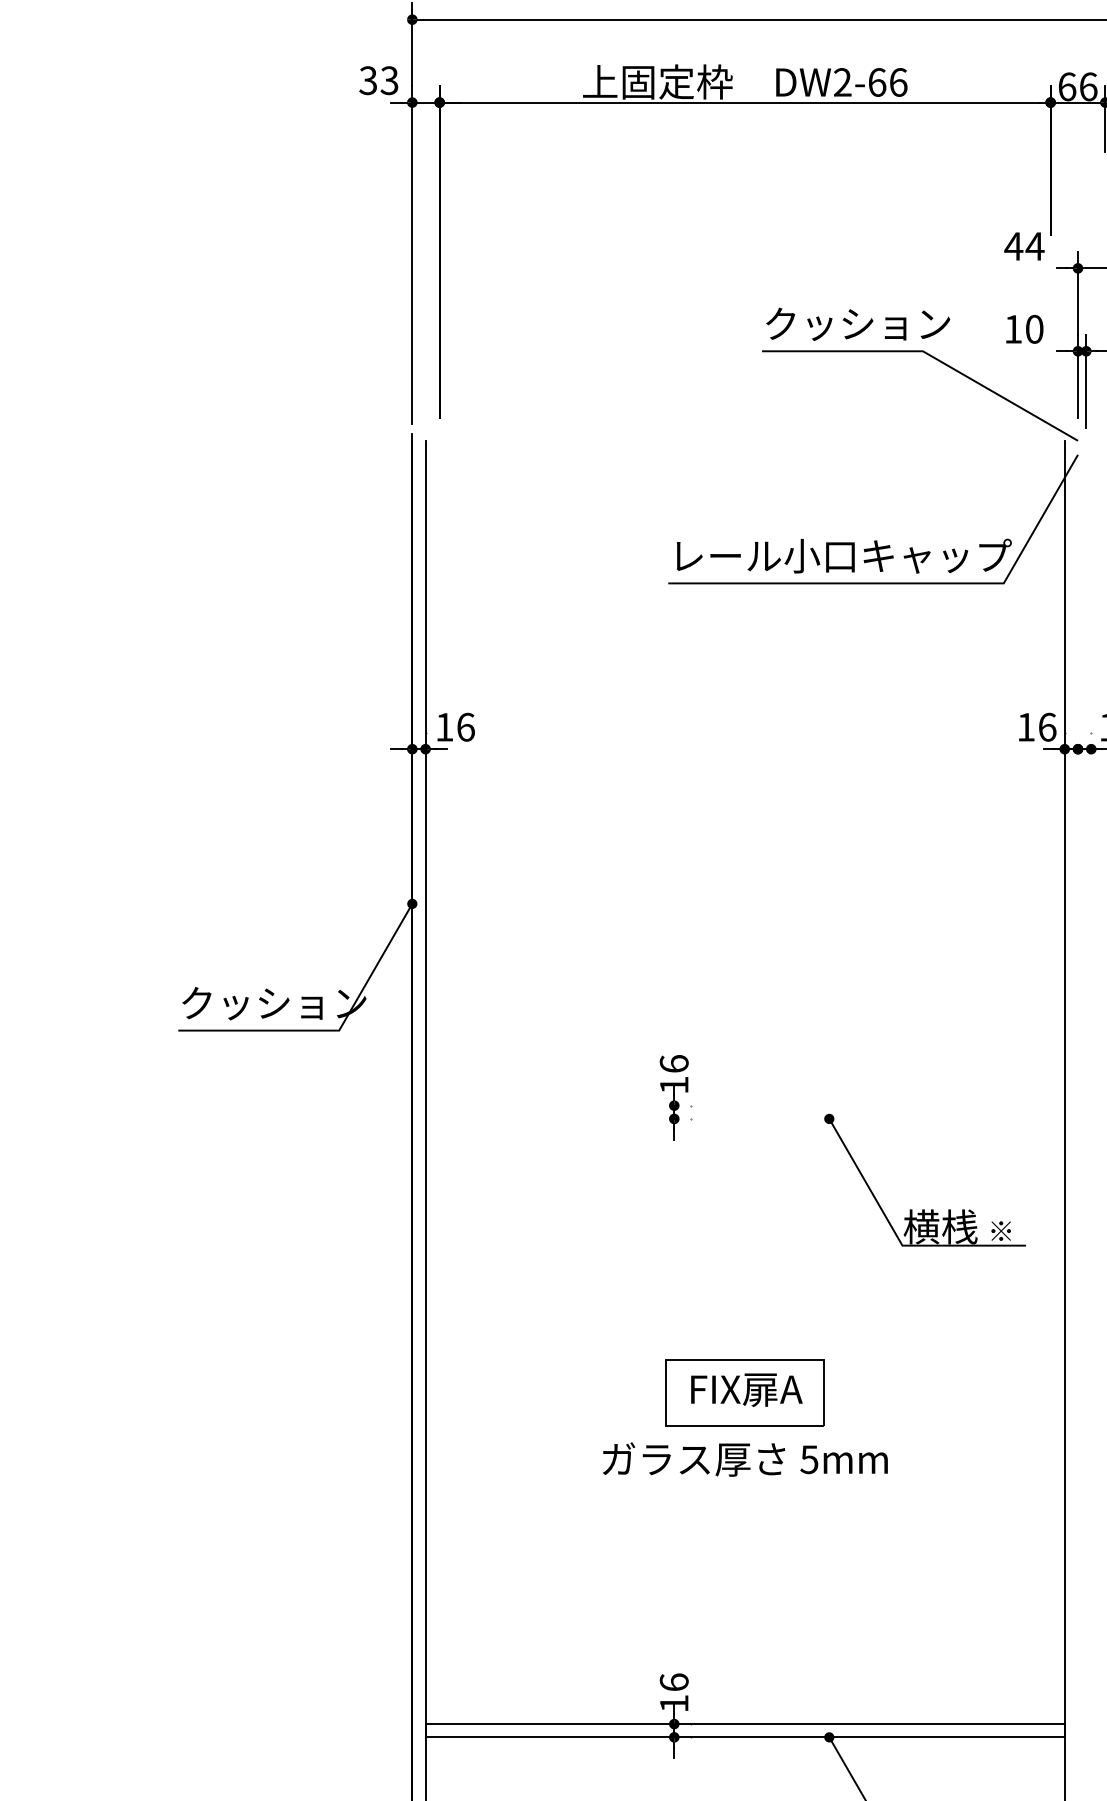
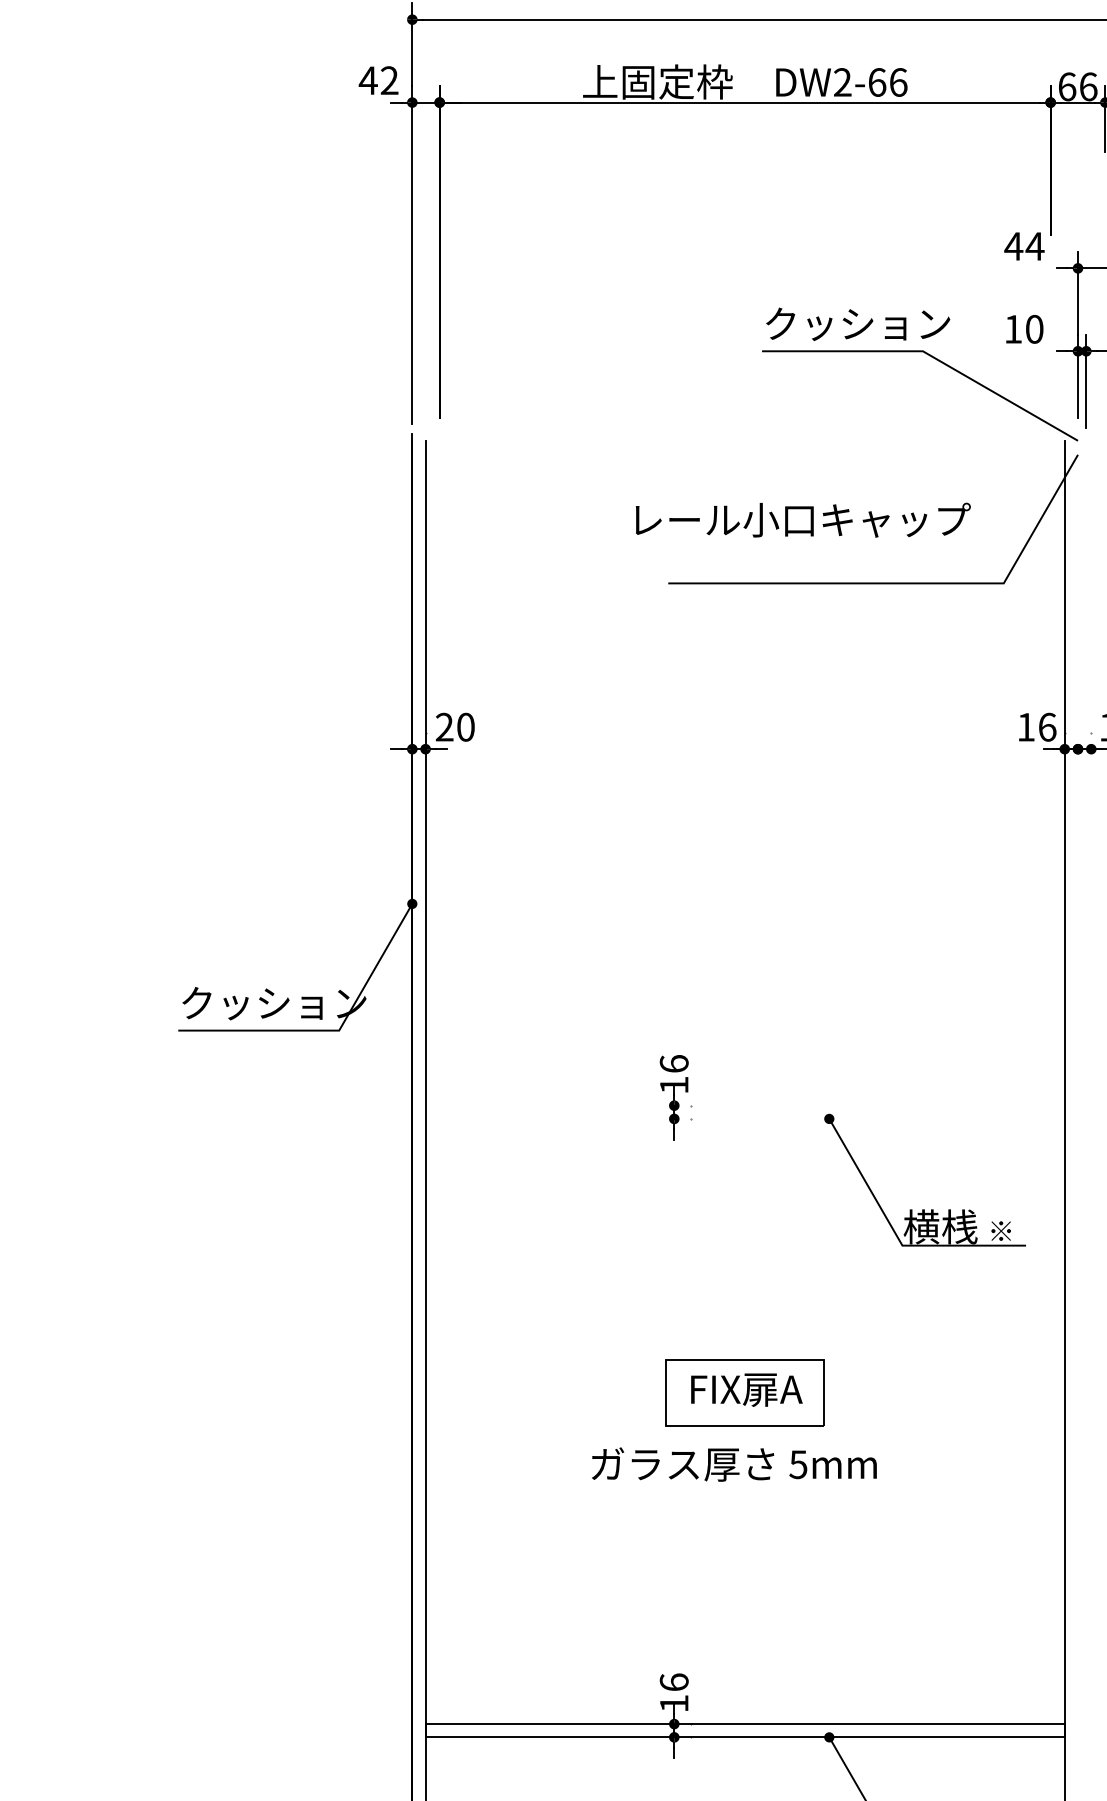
text at (378, 80): 33 -> 42
text at (843, 555) position: (843, 555) -> (802, 519)
text at (454, 726): 16 -> 20
text at (745, 1459) position: (745, 1459) -> (734, 1464)
